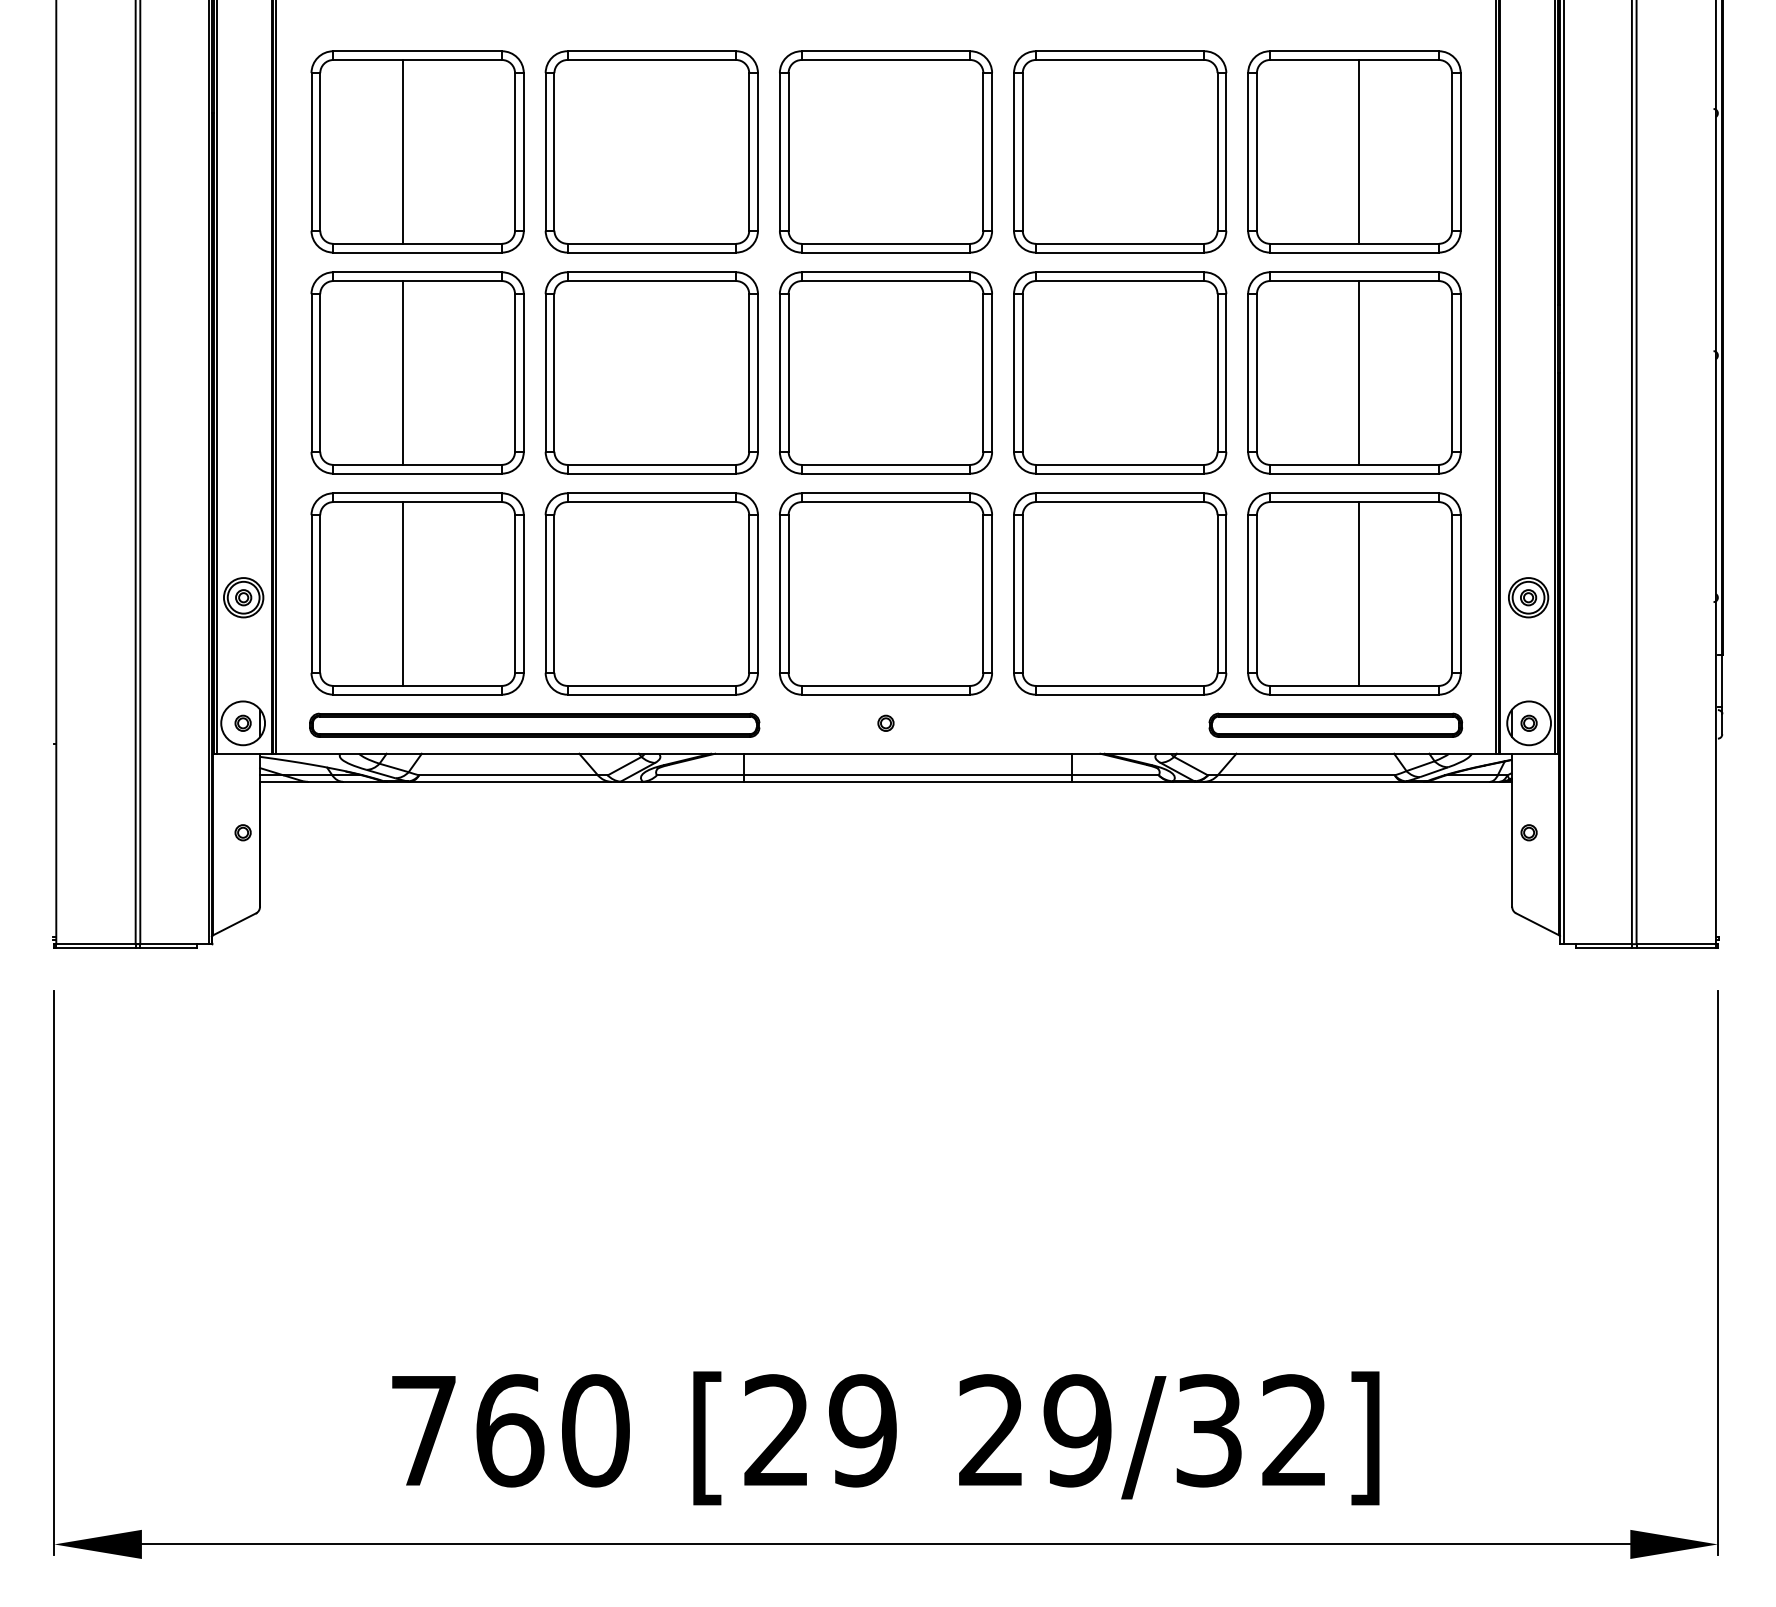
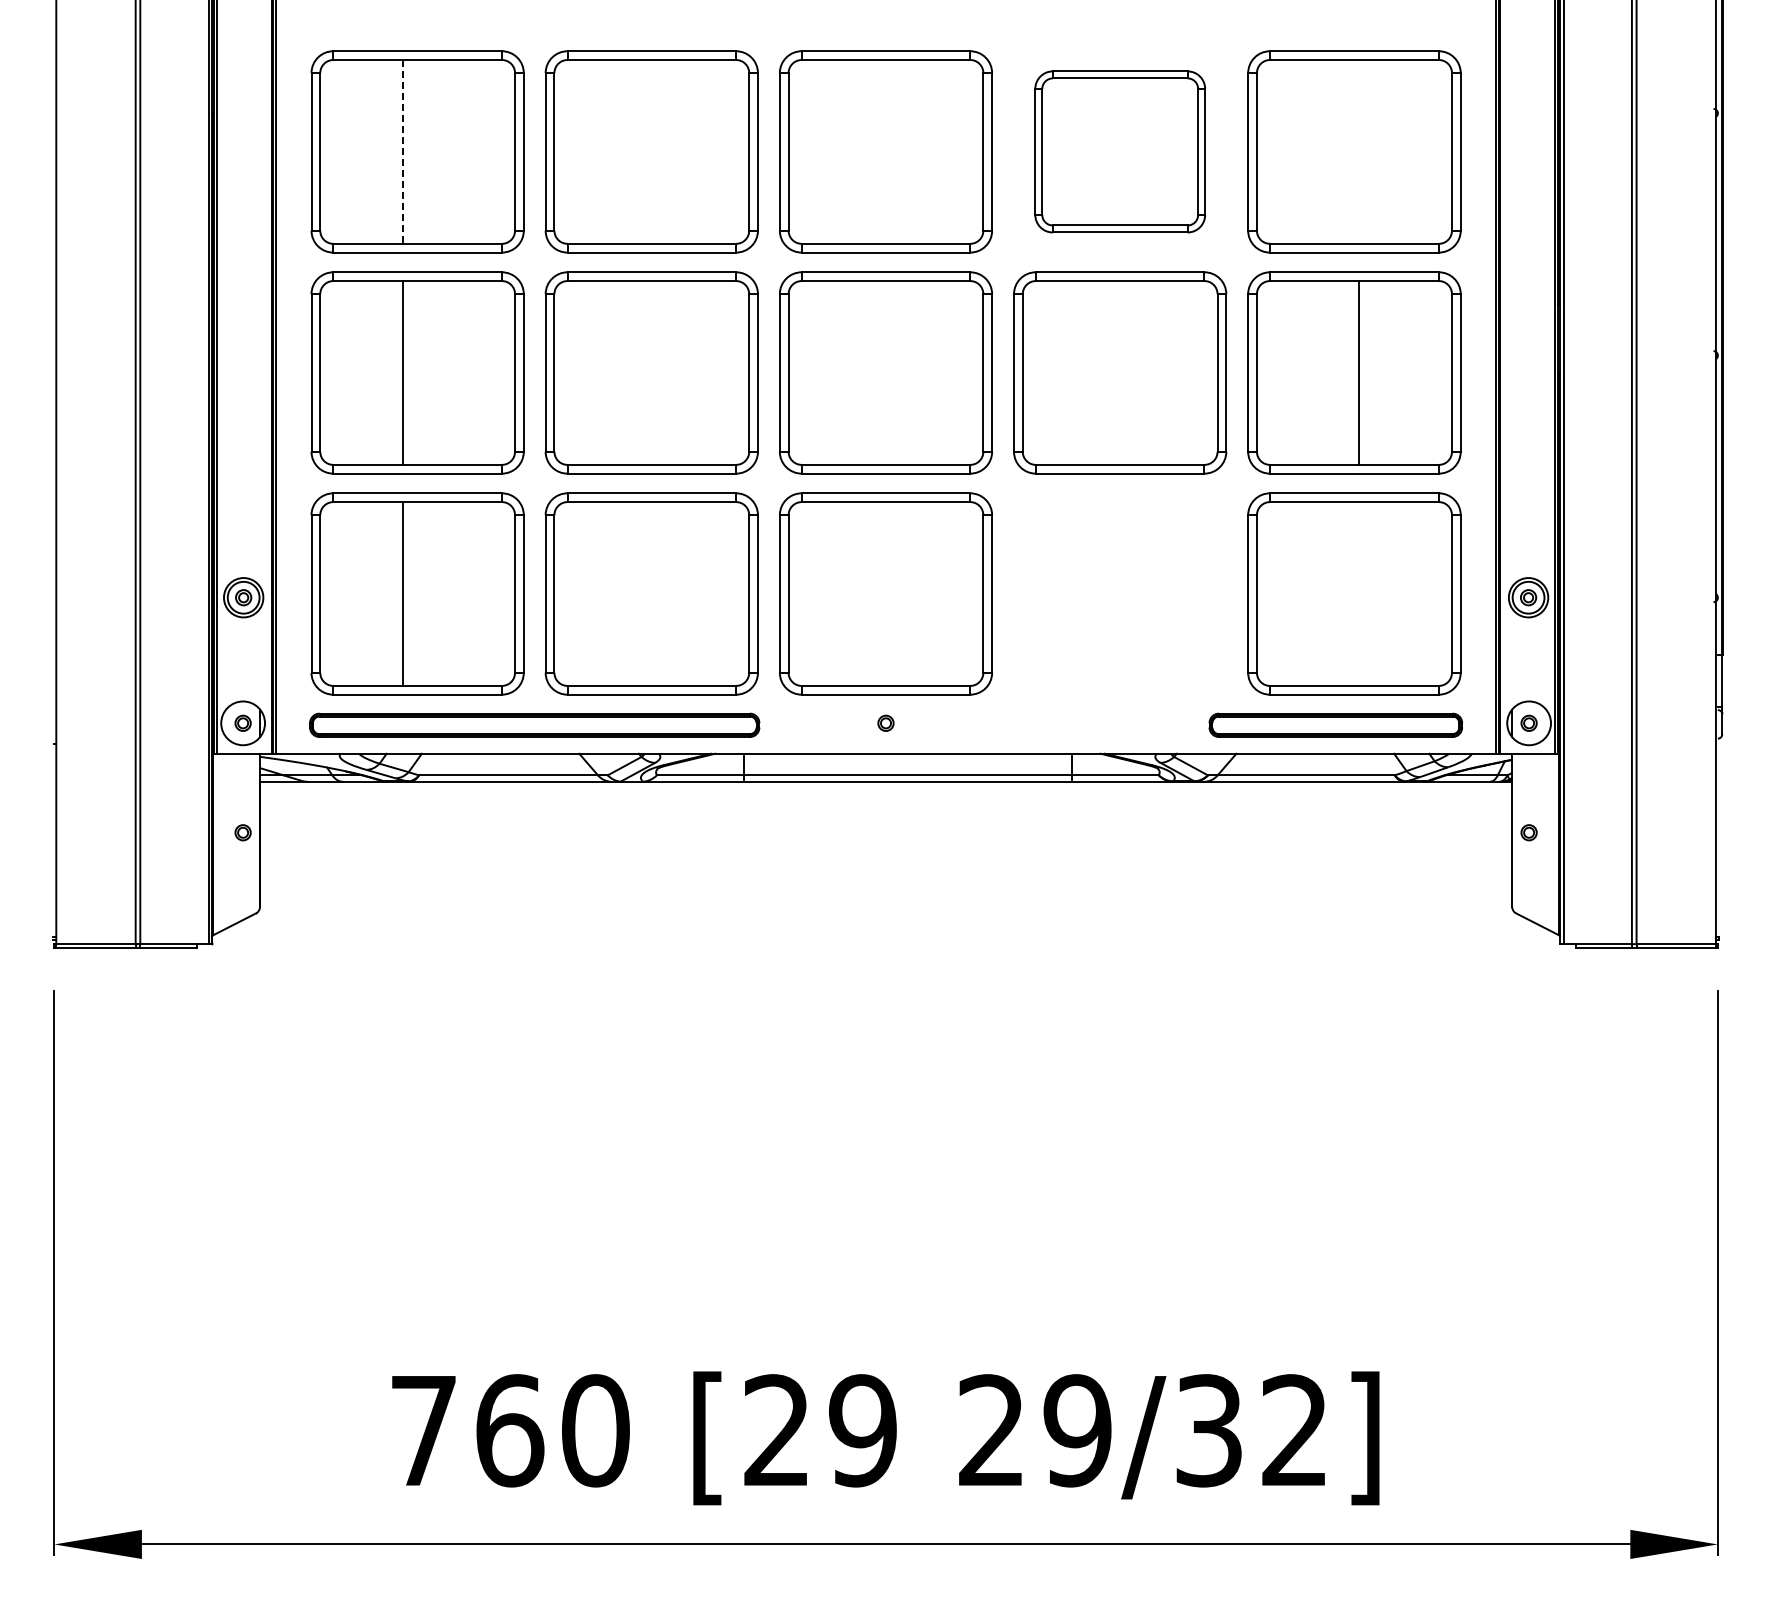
line at (402, 151): solid -> dashed
part at (1120, 151) size: 215x204 px -> 172x164 px
line at (1358, 151): present -> none
part at (1120, 593): present -> none
line at (1358, 593): present -> none
